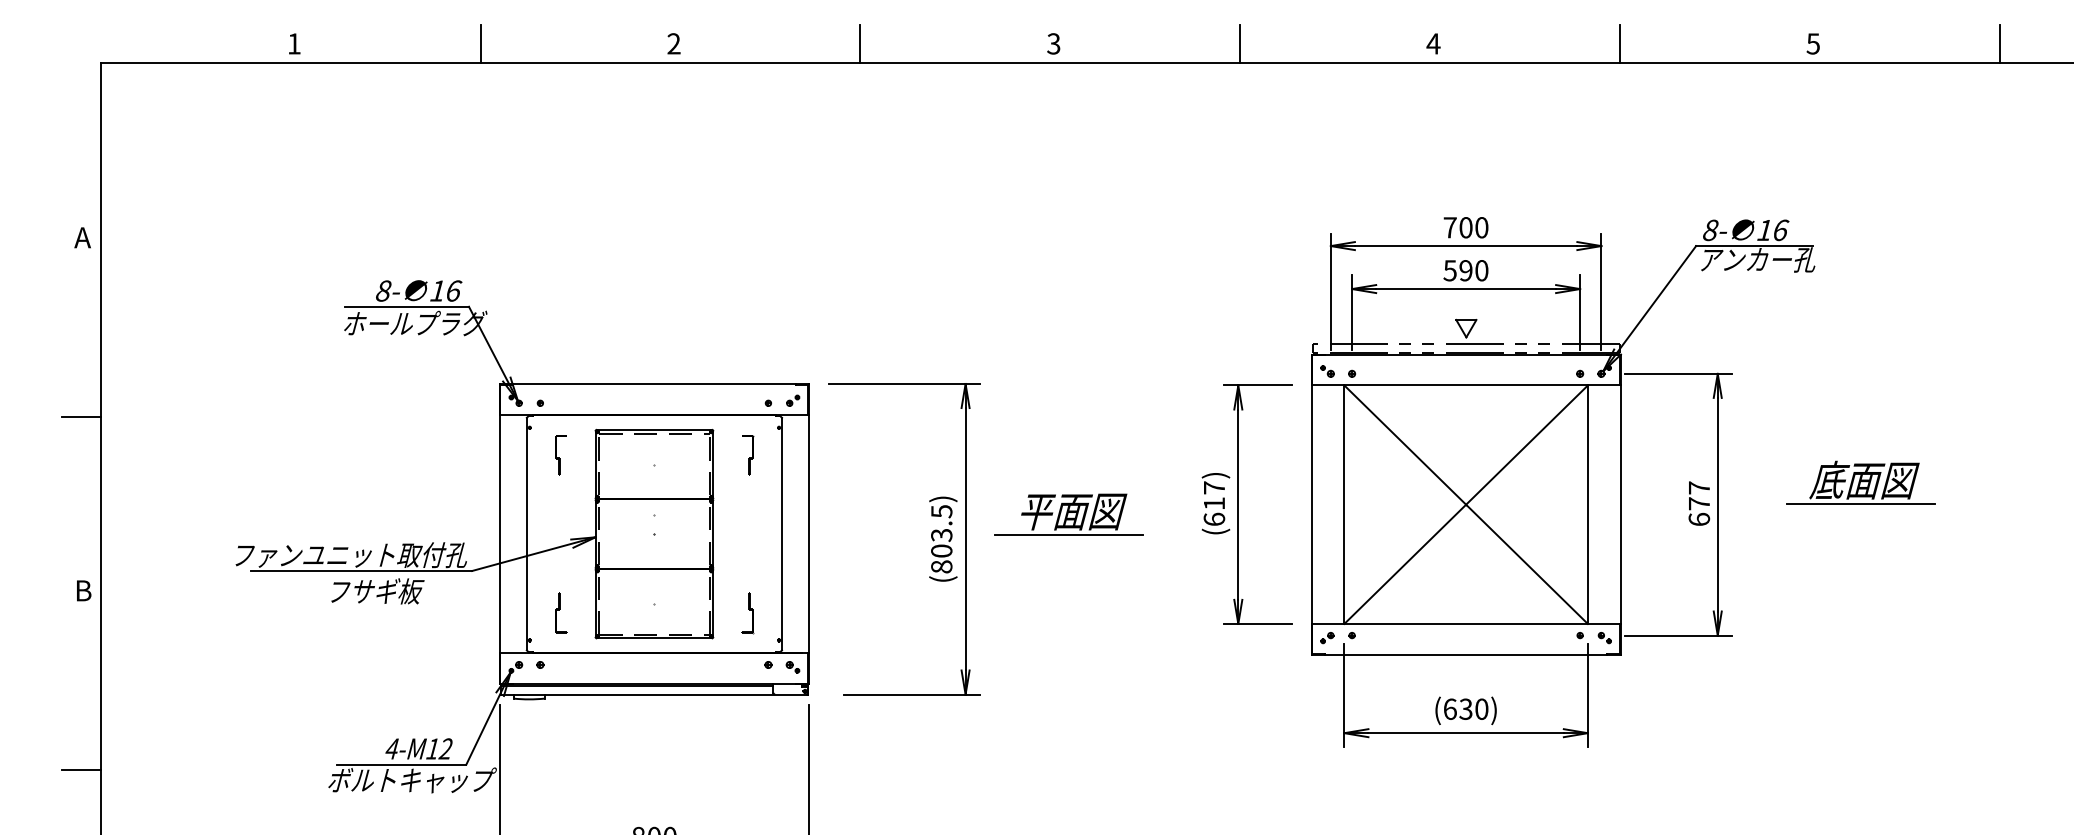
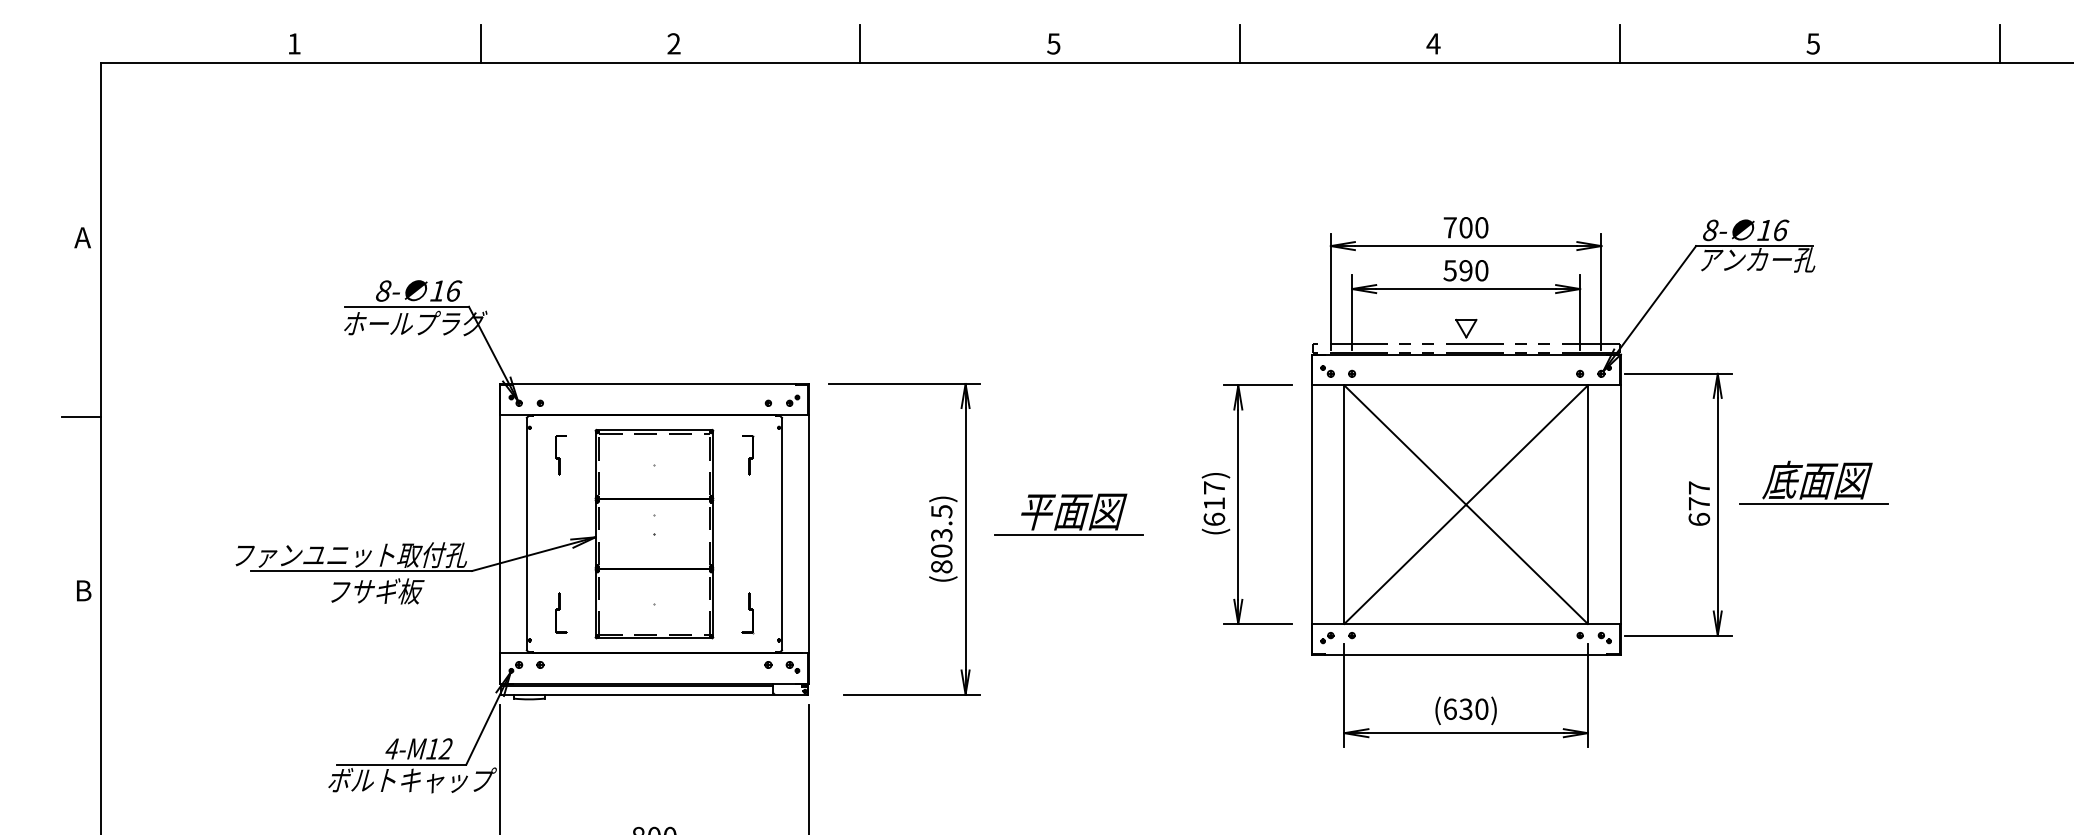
text at (1053, 43): 3 -> 5
part at (1860, 482) position: (1860, 482) -> (1813, 482)
line at (81, 769): present -> none
